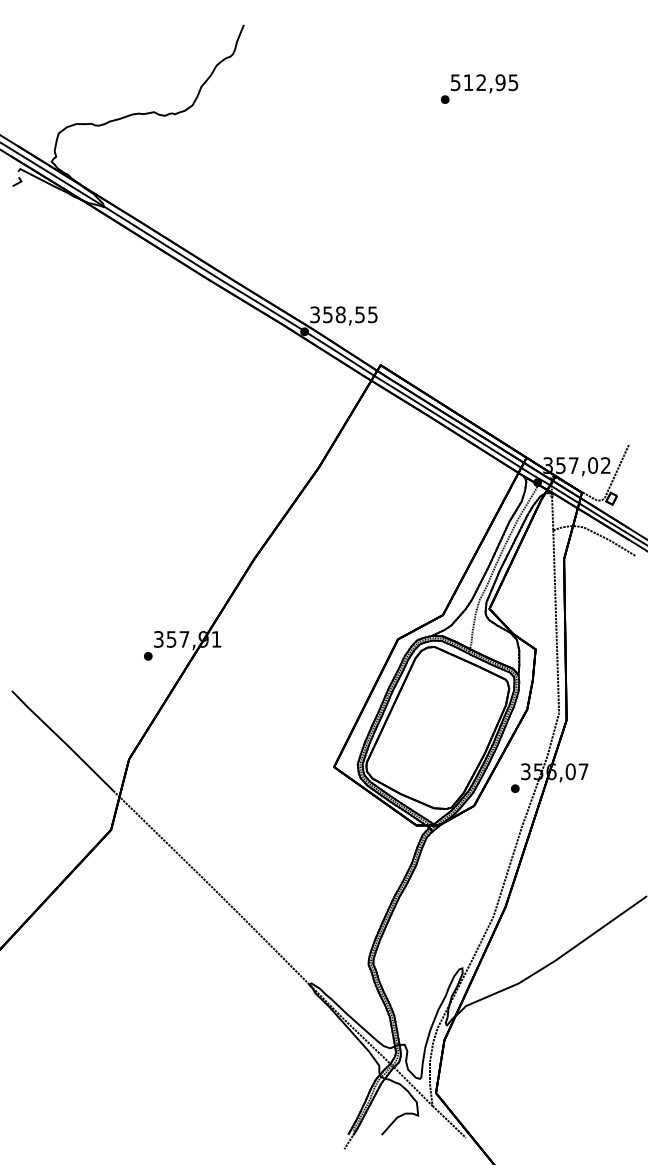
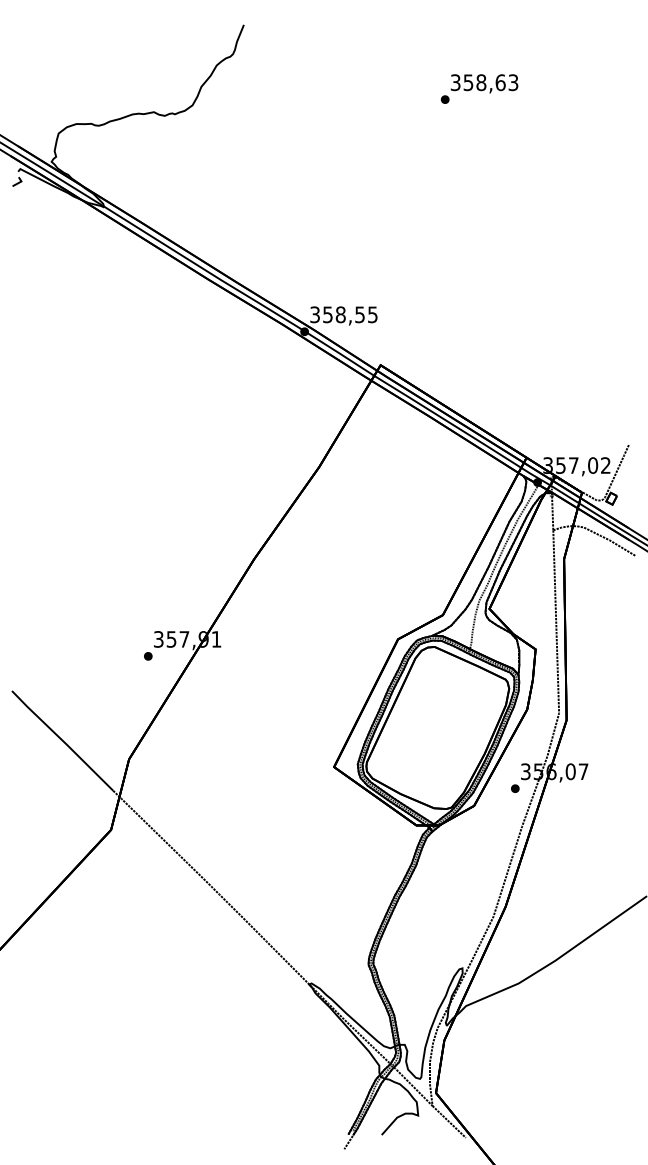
text at (484, 82): 512,95 -> 358,63
